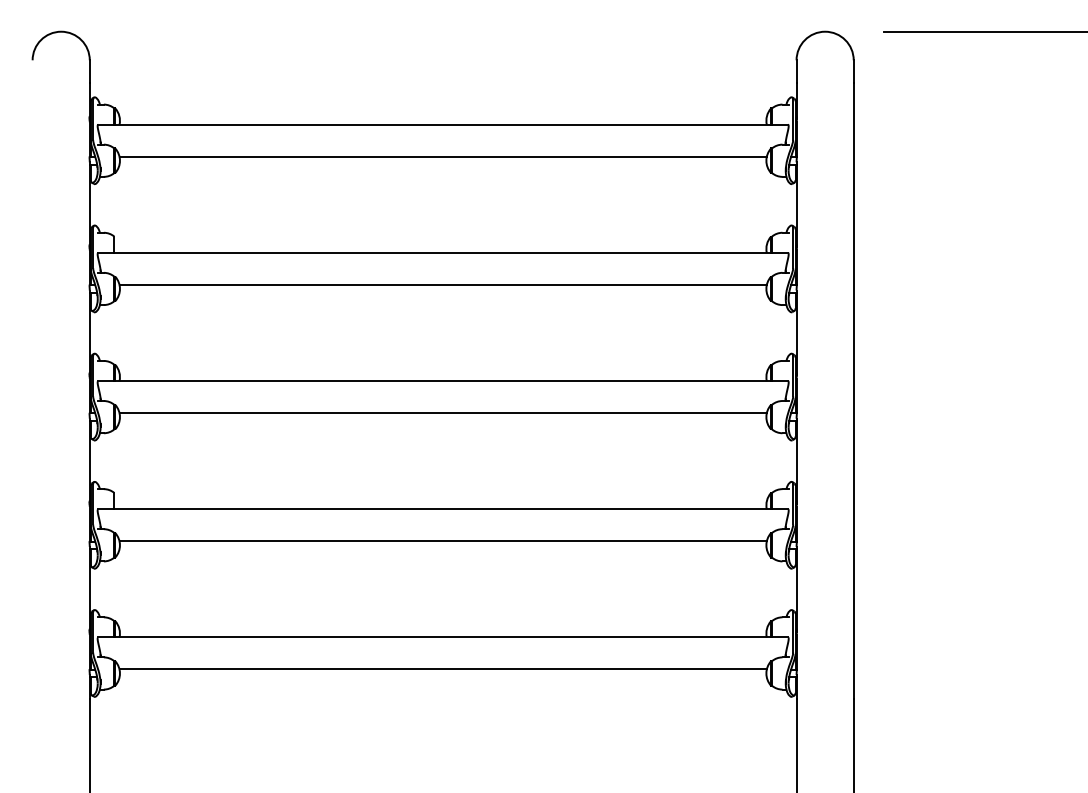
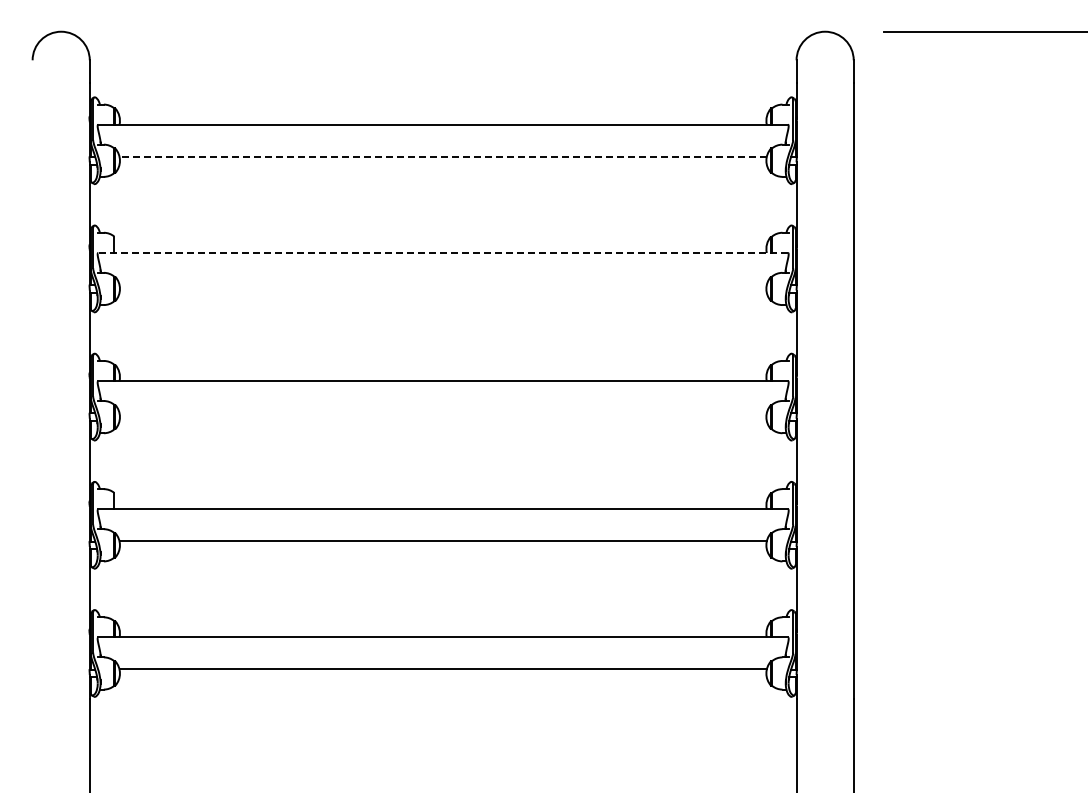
line at (443, 156): solid -> dashed
line at (443, 252): solid -> dashed
line at (442, 284): present -> none
line at (442, 413): present -> none
